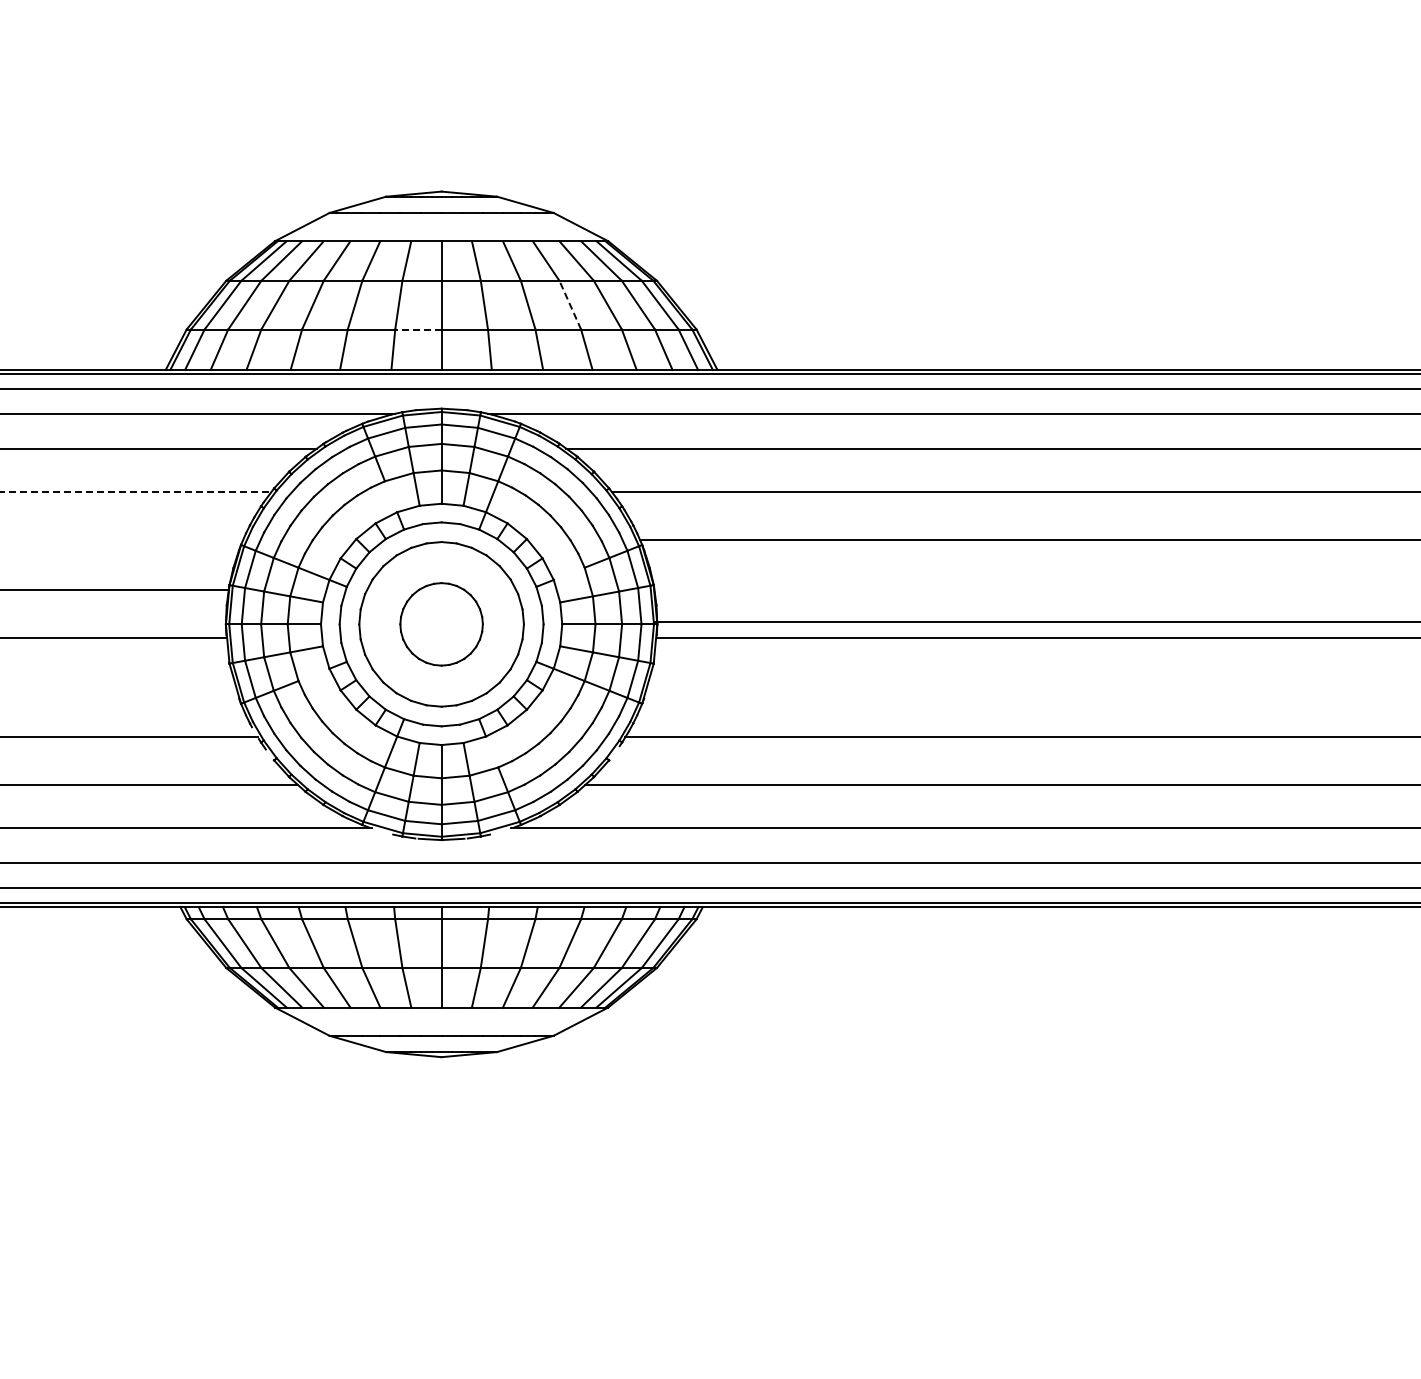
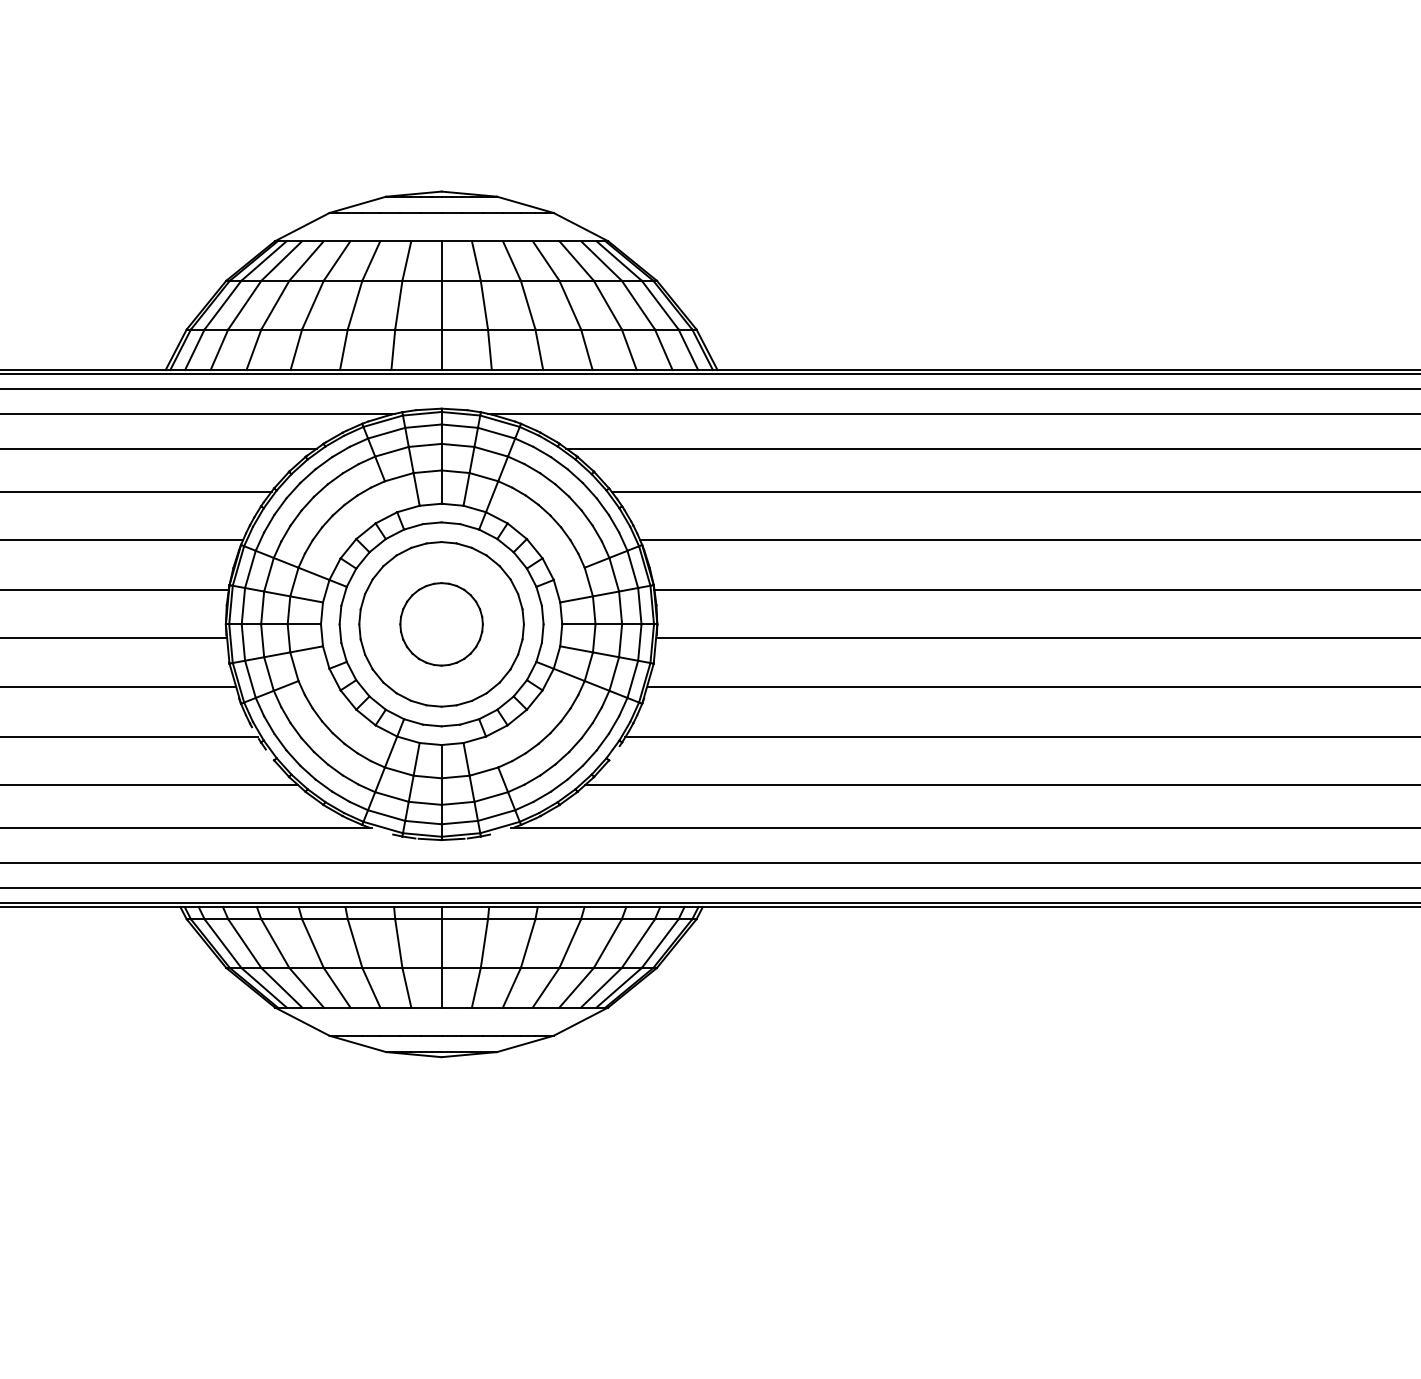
line at (570, 305): dashed -> solid
line at (417, 329): dashed -> solid
line at (136, 491): dashed -> solid
line at (122, 539): none -> present
line at (1035, 621) position: (1035, 621) -> (1035, 589)
line at (118, 687): none -> present
line at (1032, 687): none -> present
